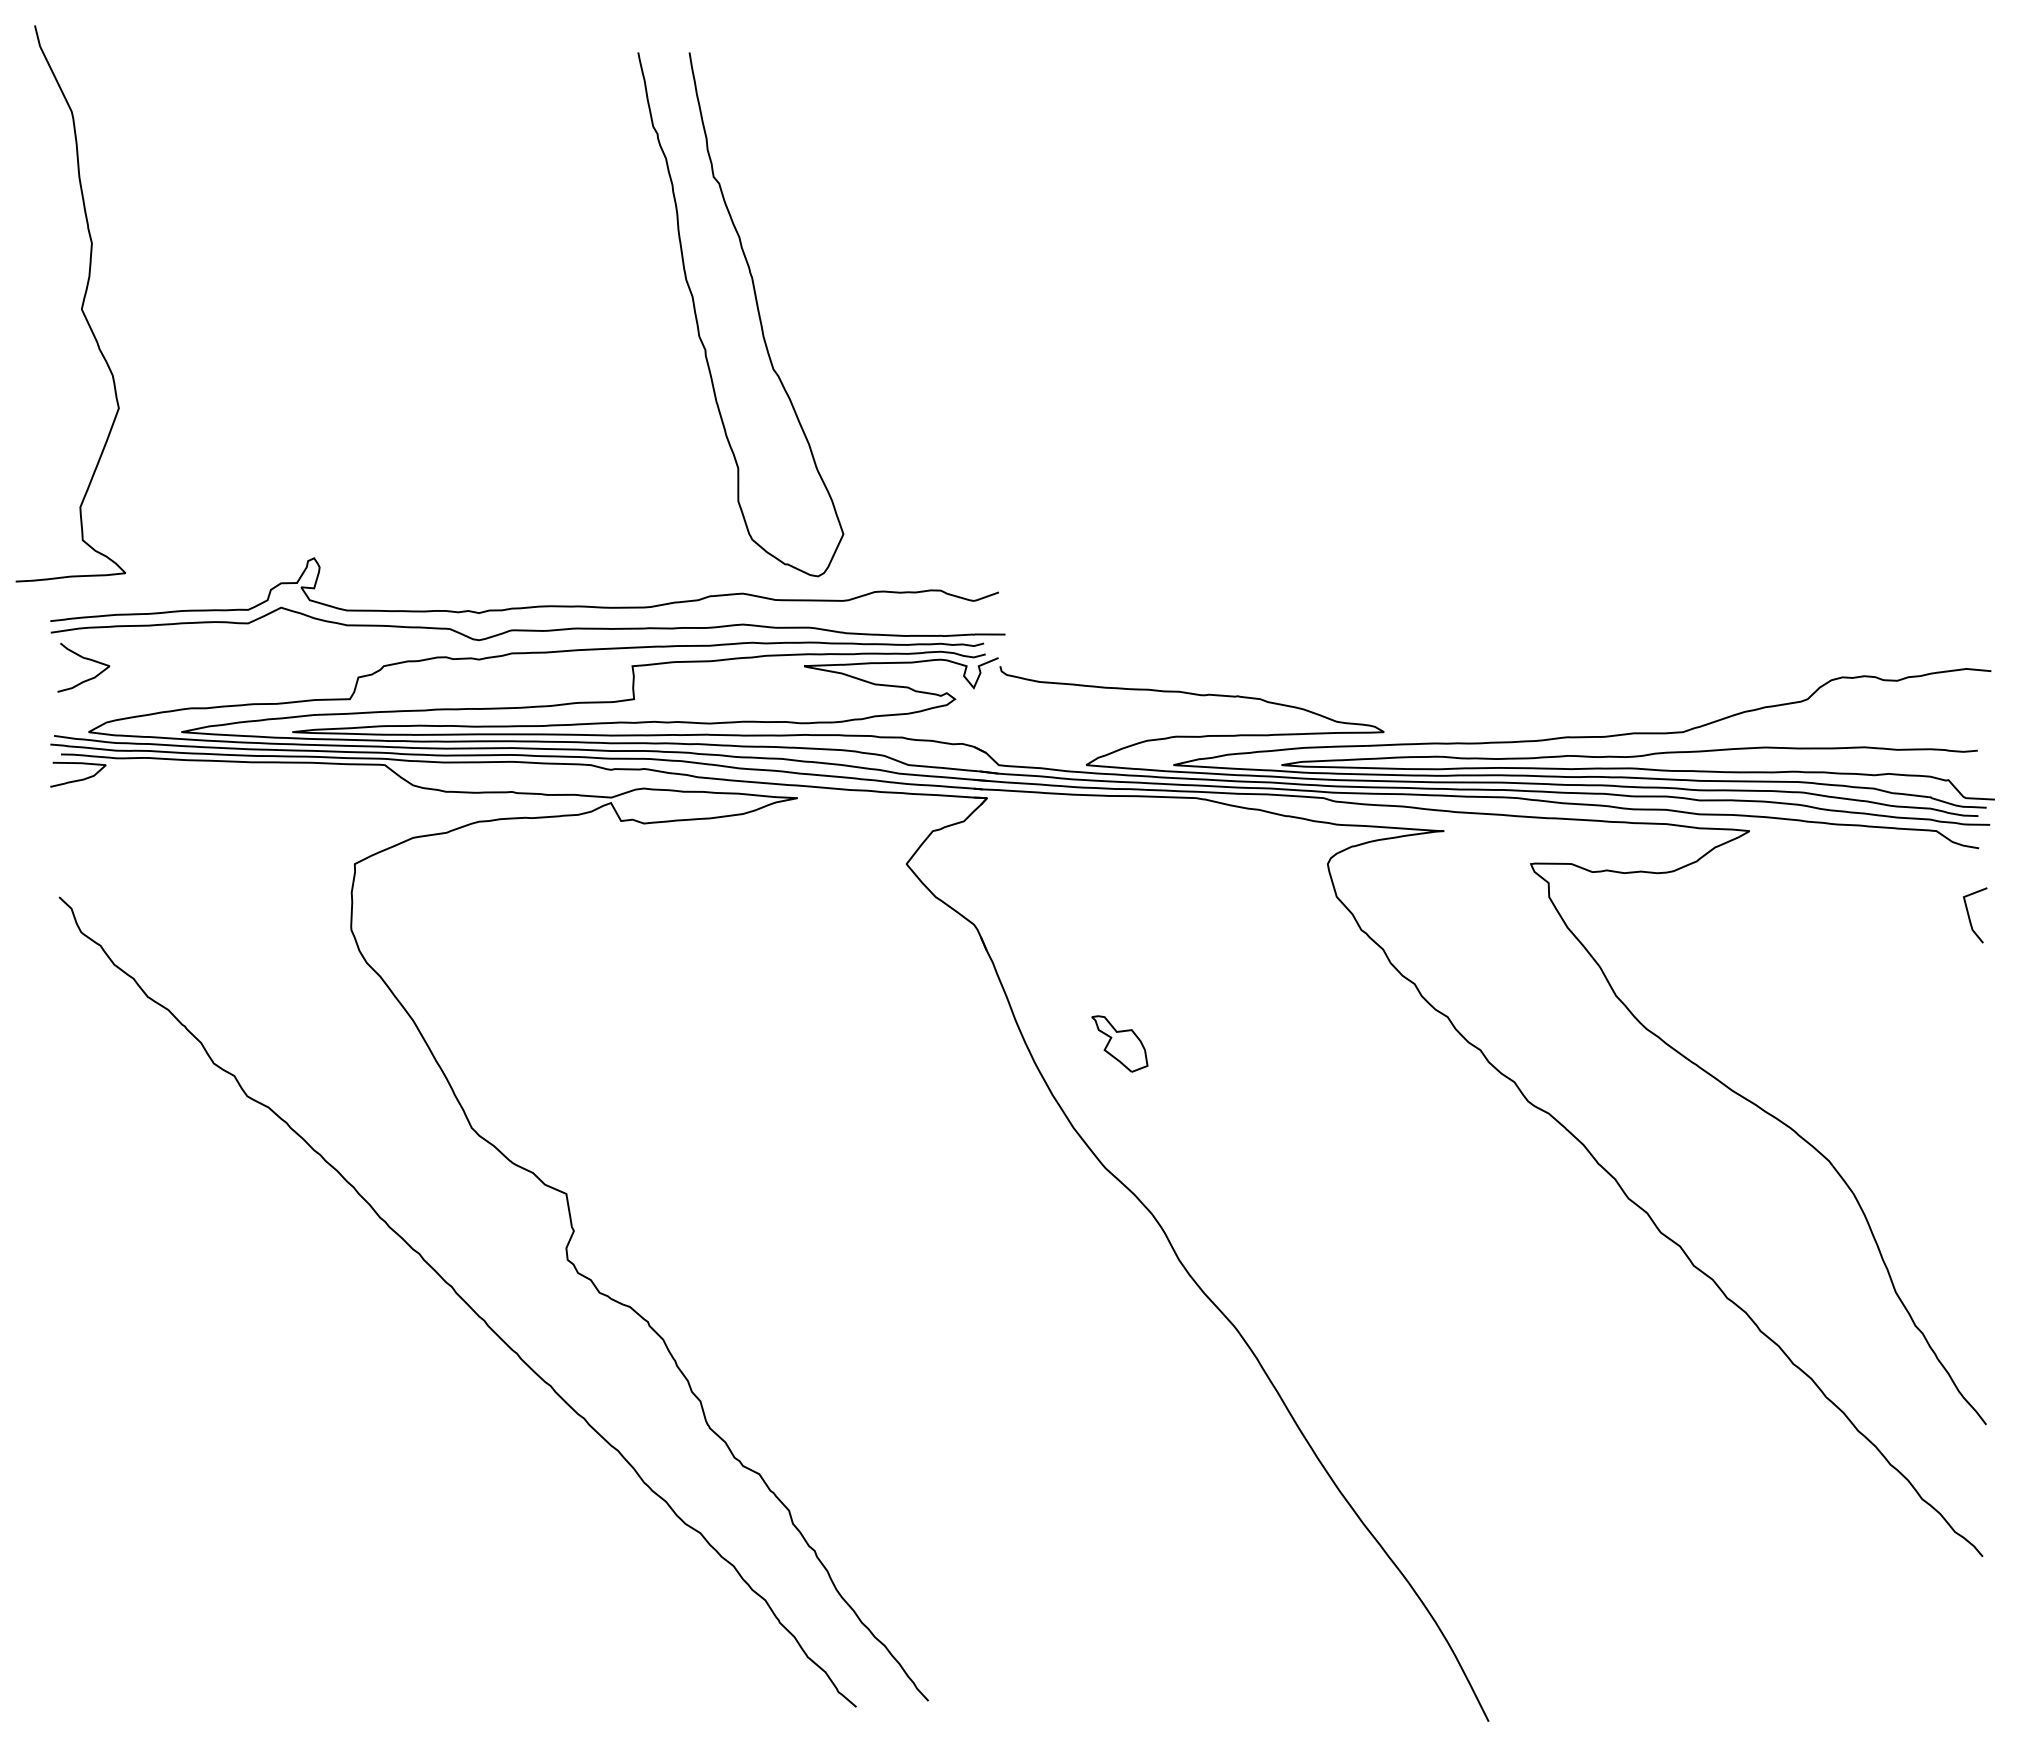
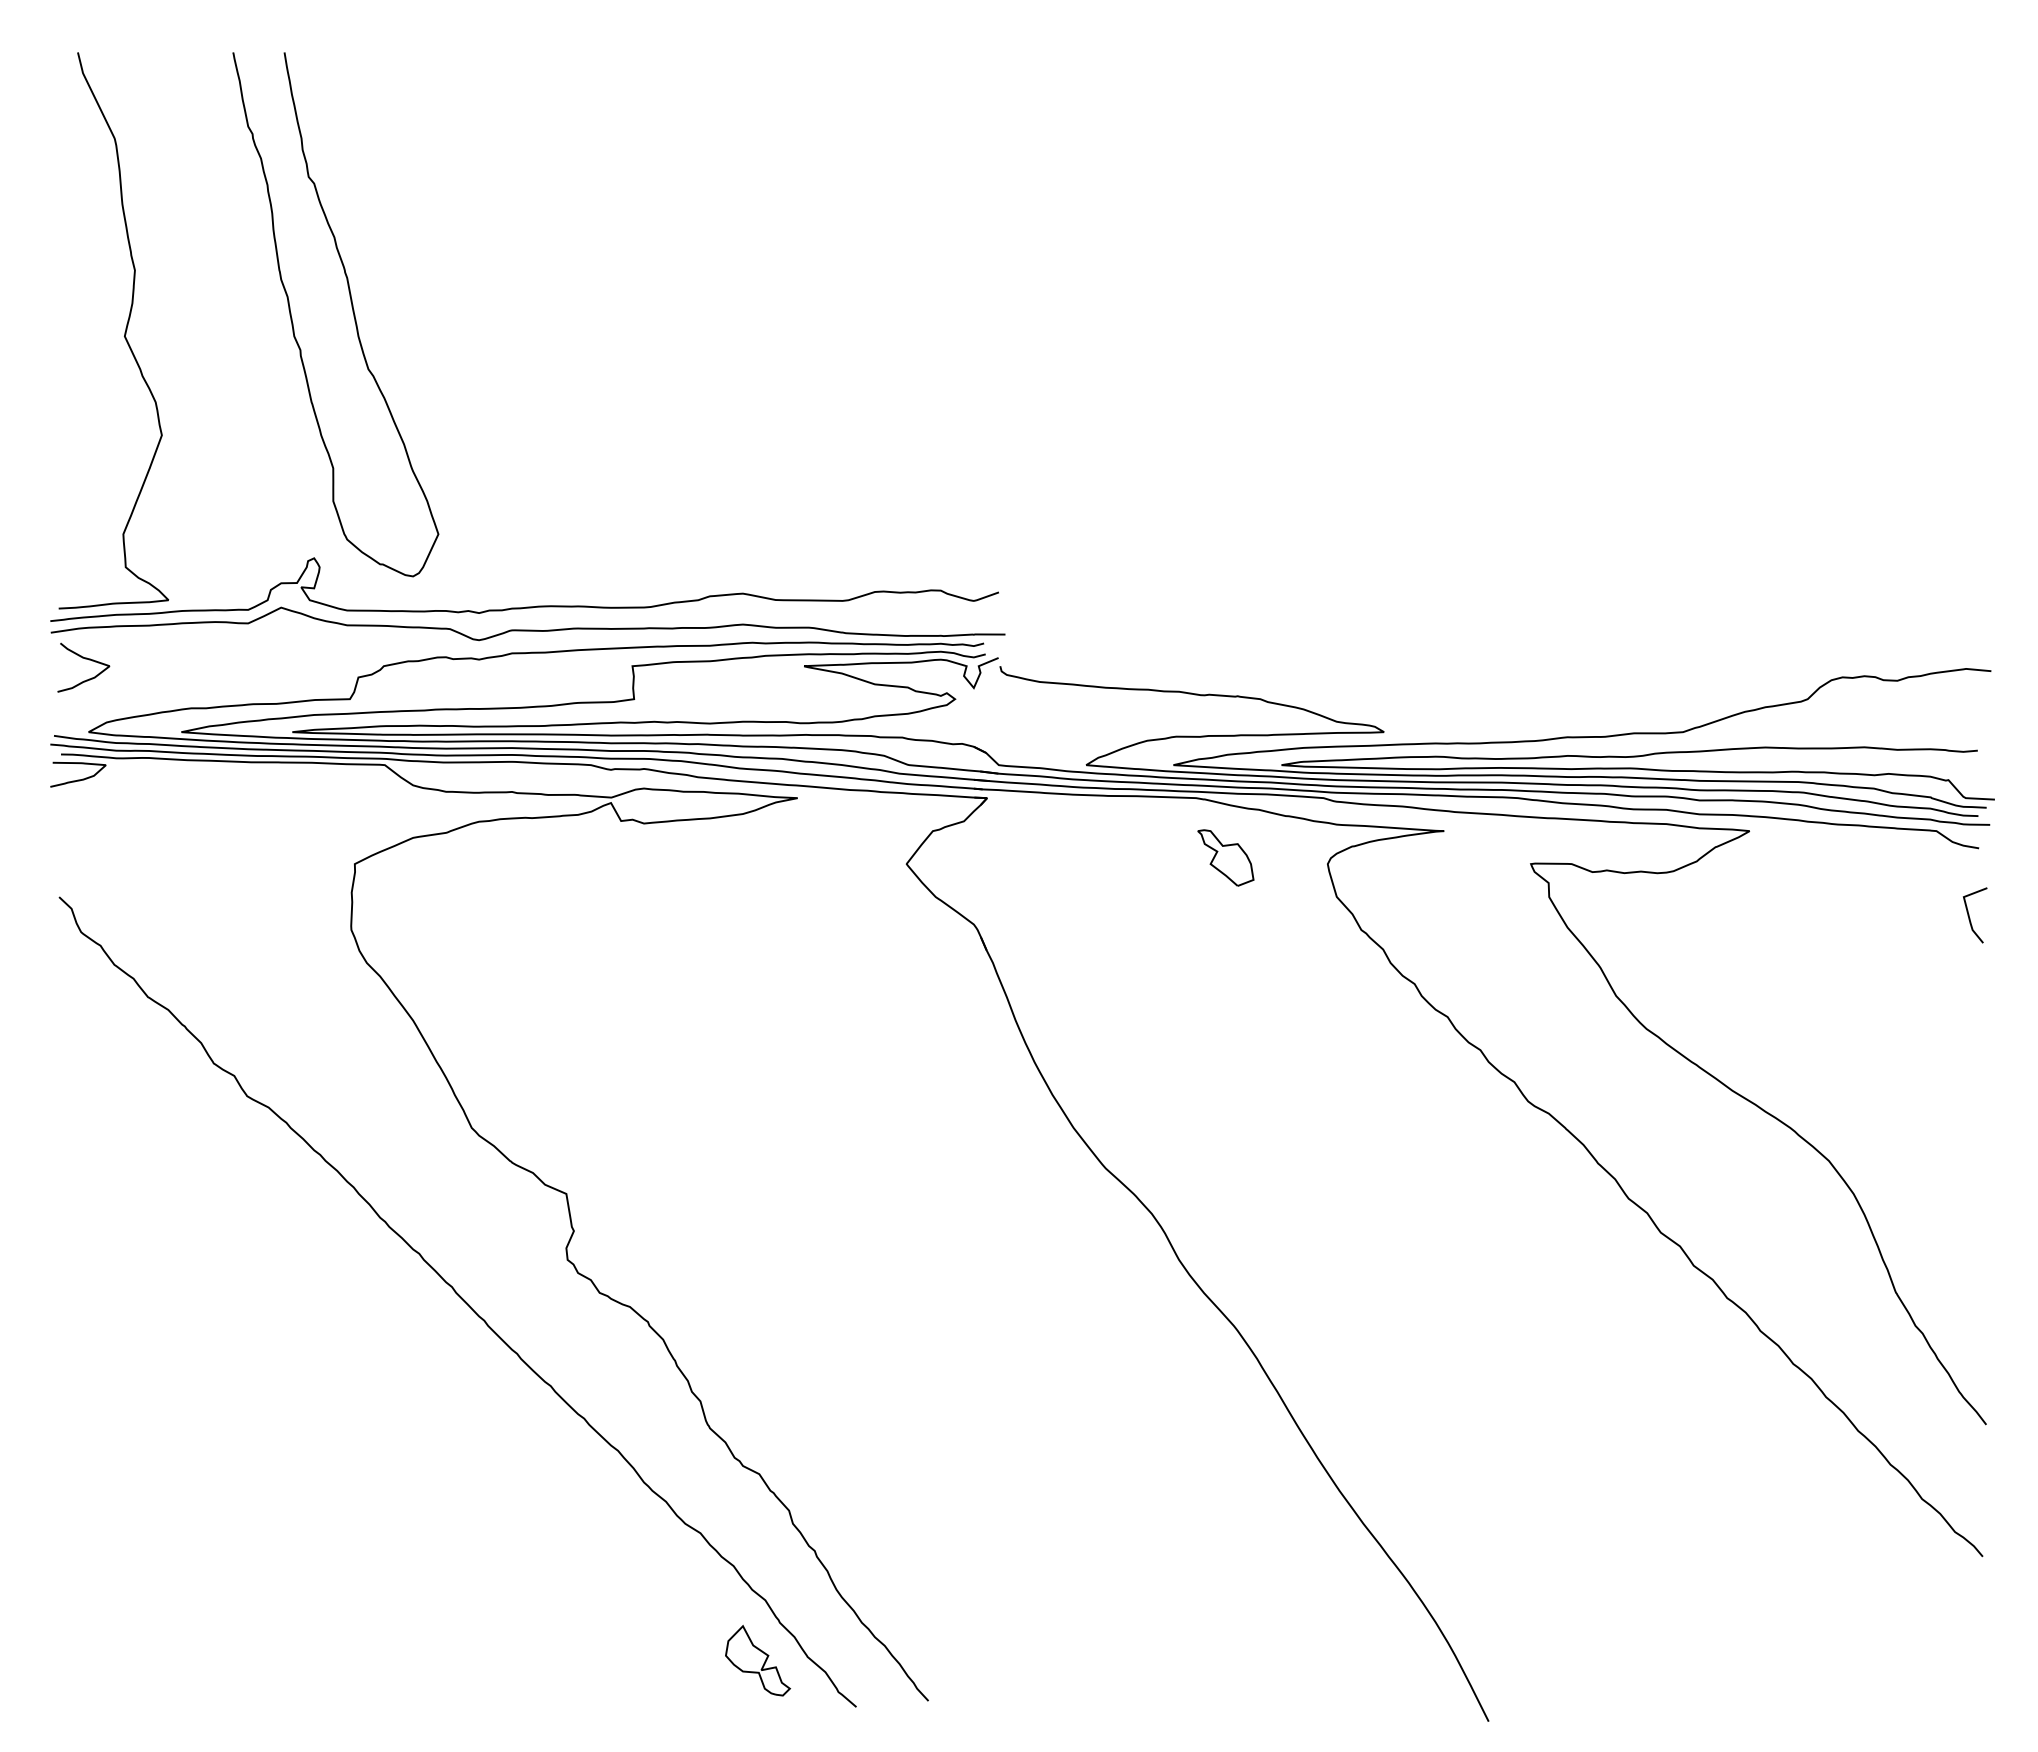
curve at (81, 305) position: (81, 305) -> (124, 332)
curve at (757, 312) position: (757, 312) -> (352, 312)
part at (1119, 1043) position: (1119, 1043) -> (1225, 857)
part at (758, 1660): none -> present
